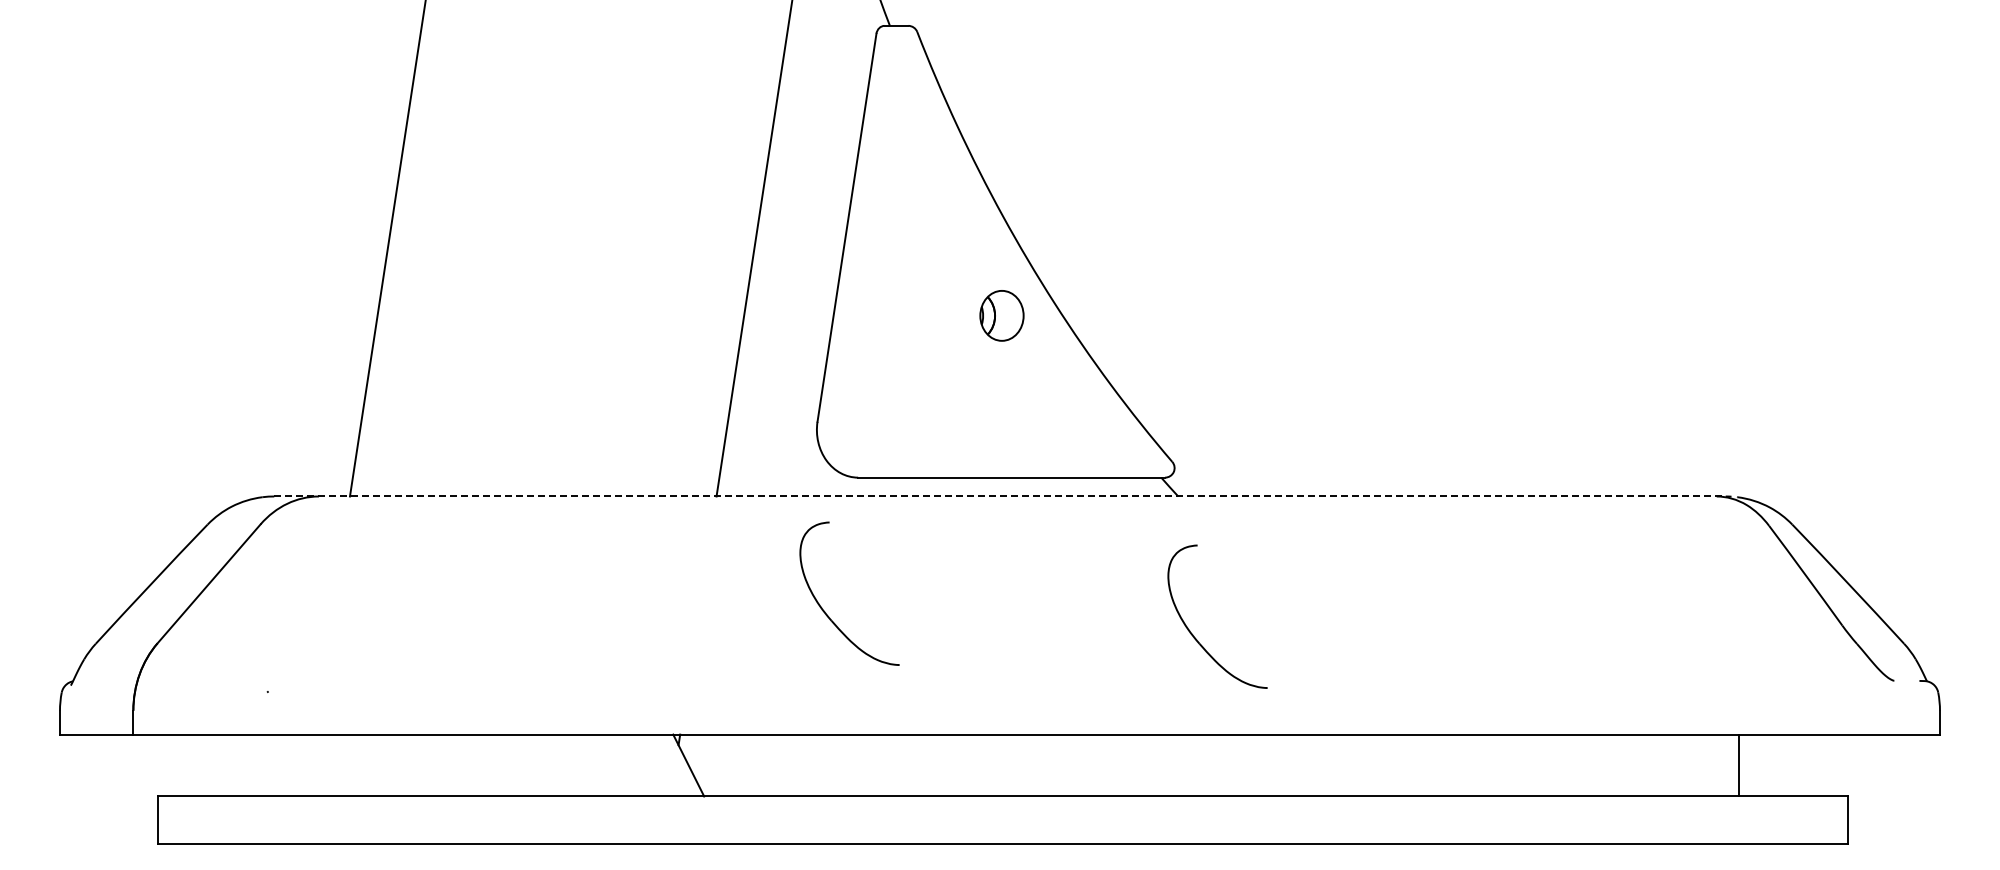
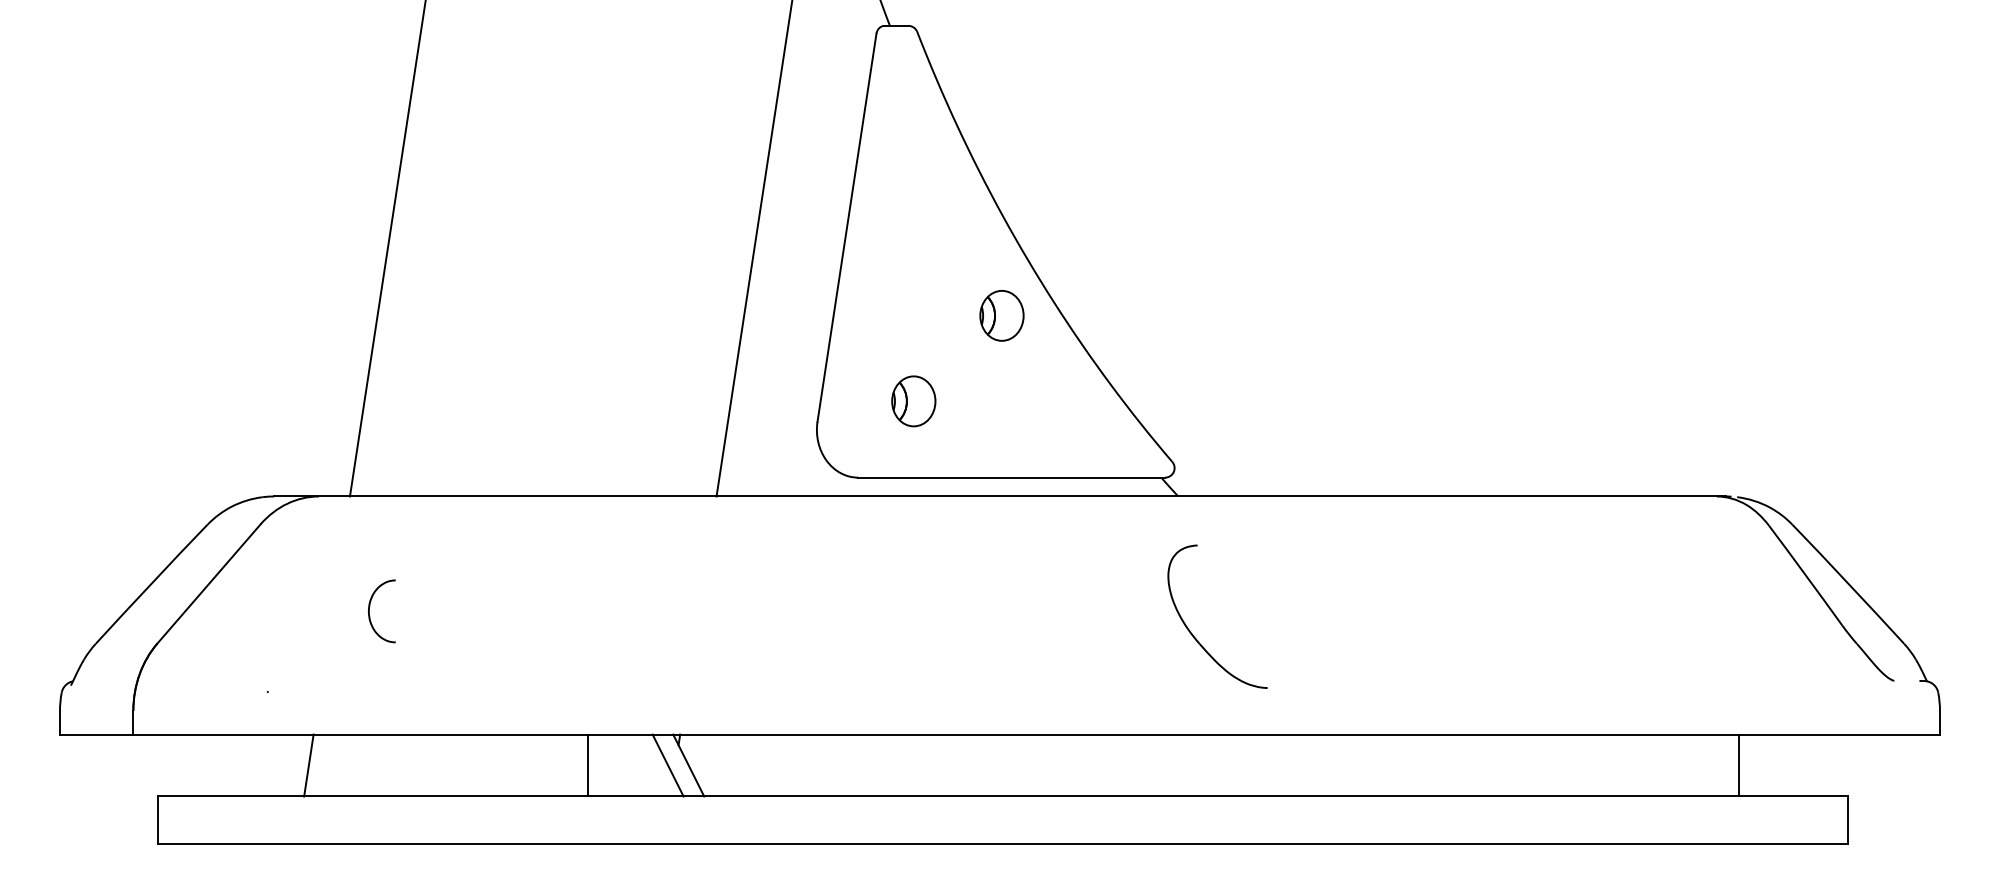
part at (913, 401): none -> present
line at (999, 496): dashed -> solid
curve at (369, 611): none -> present
part at (825, 611): present -> none
line at (308, 765): none -> present
line at (588, 765): none -> present
line at (667, 765): none -> present
